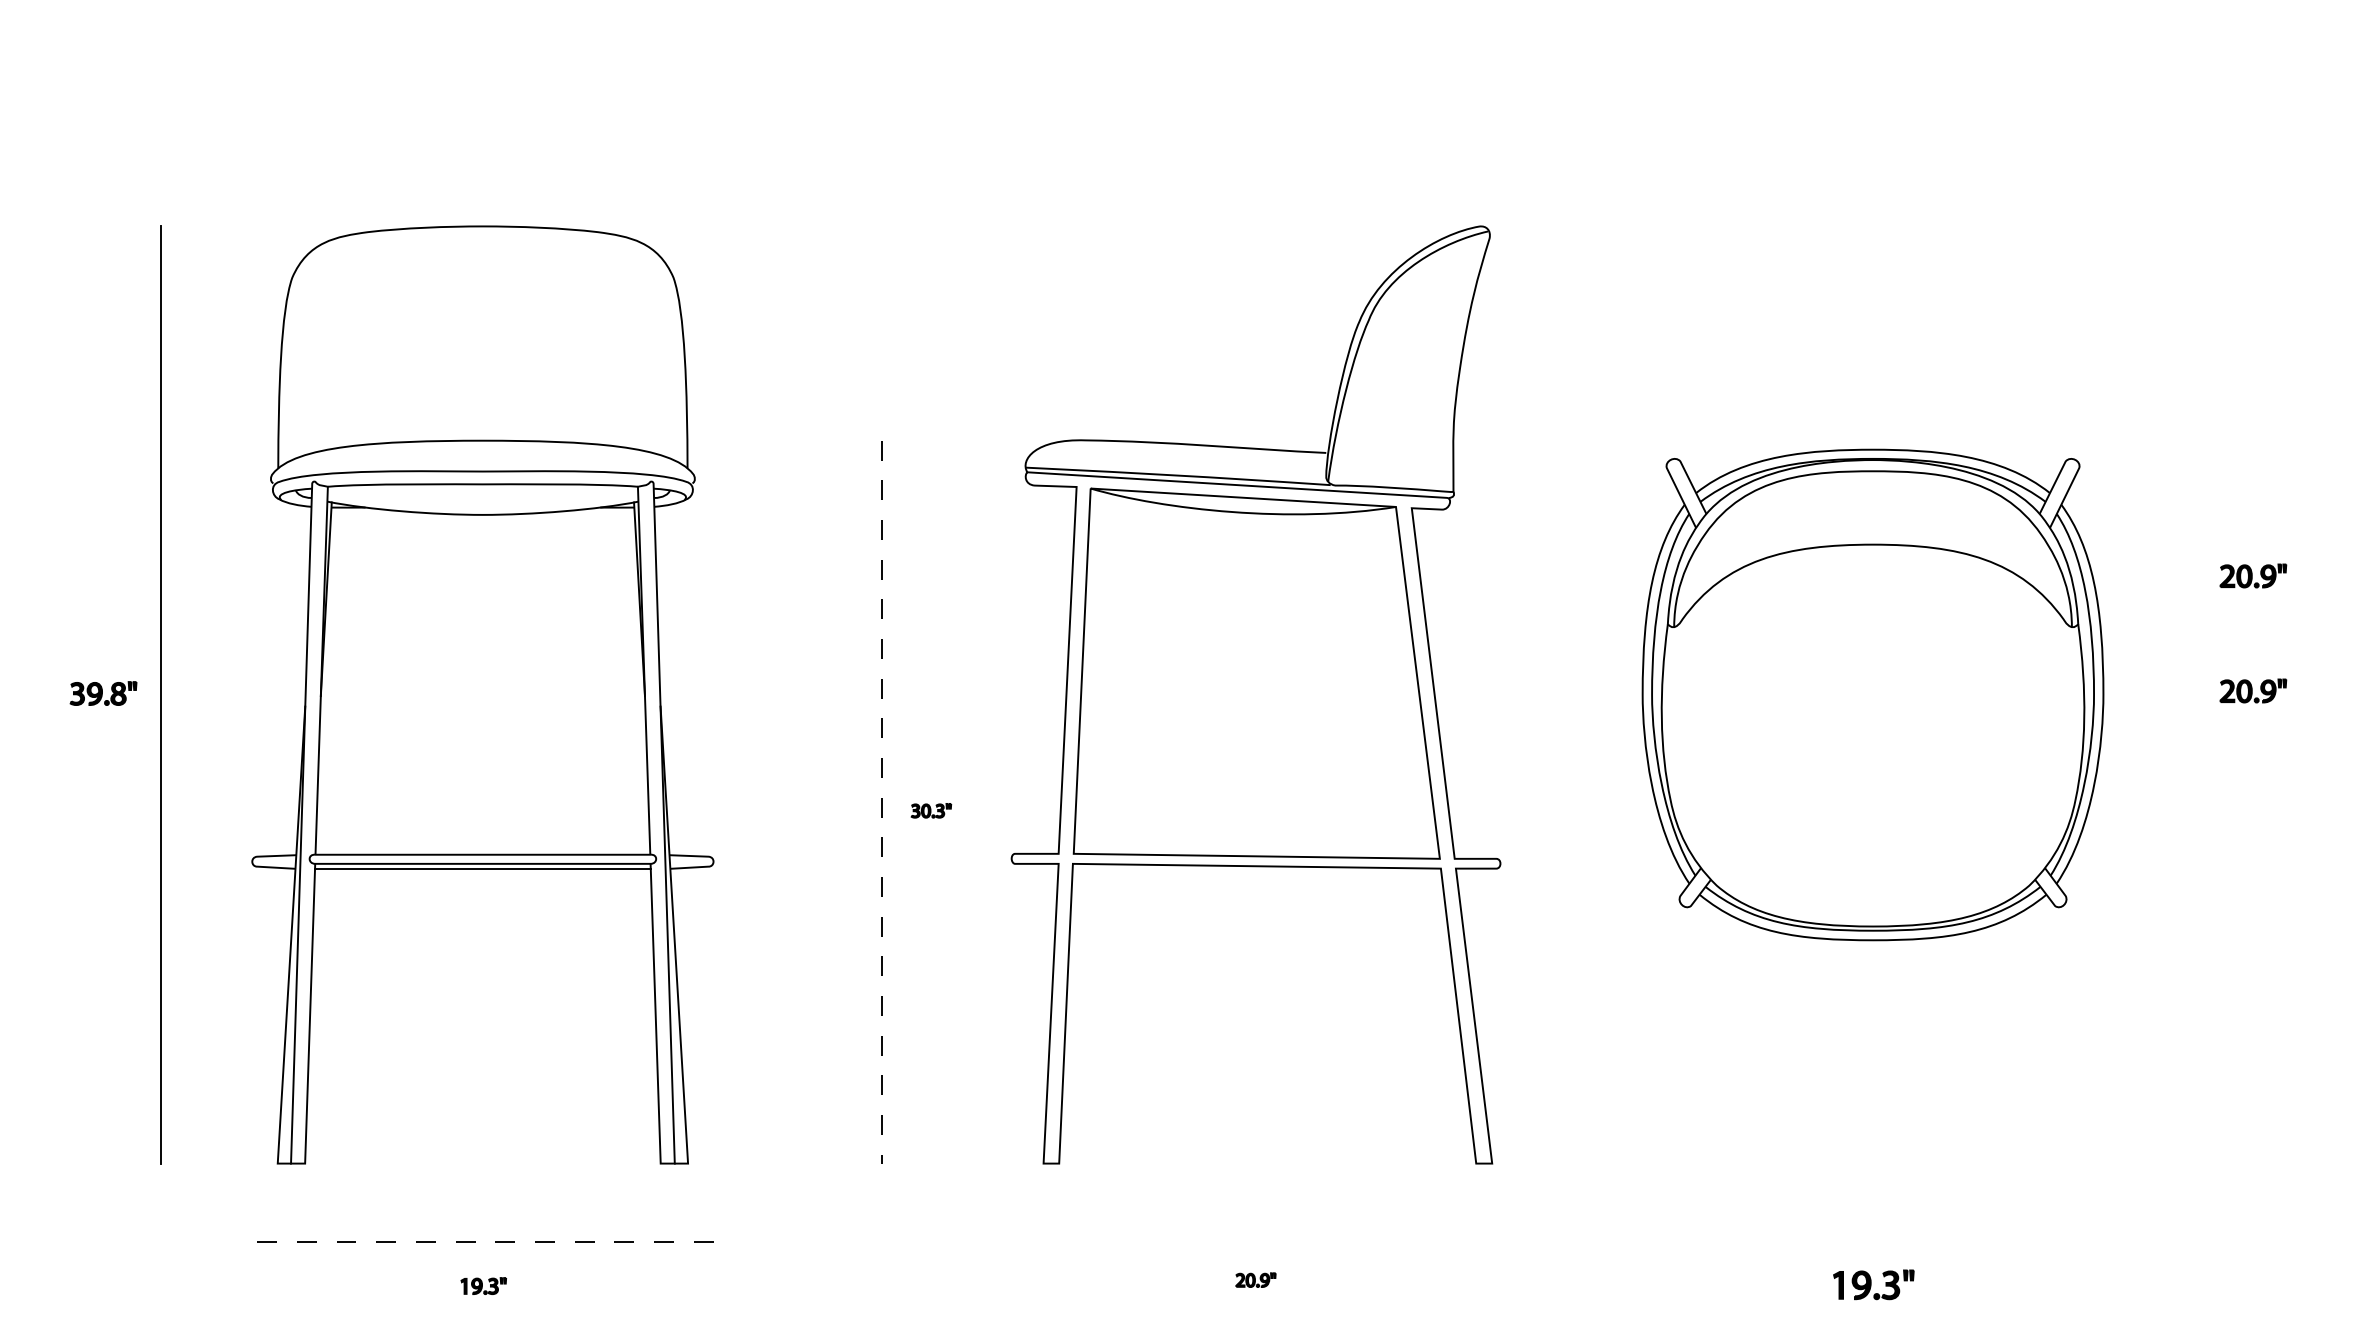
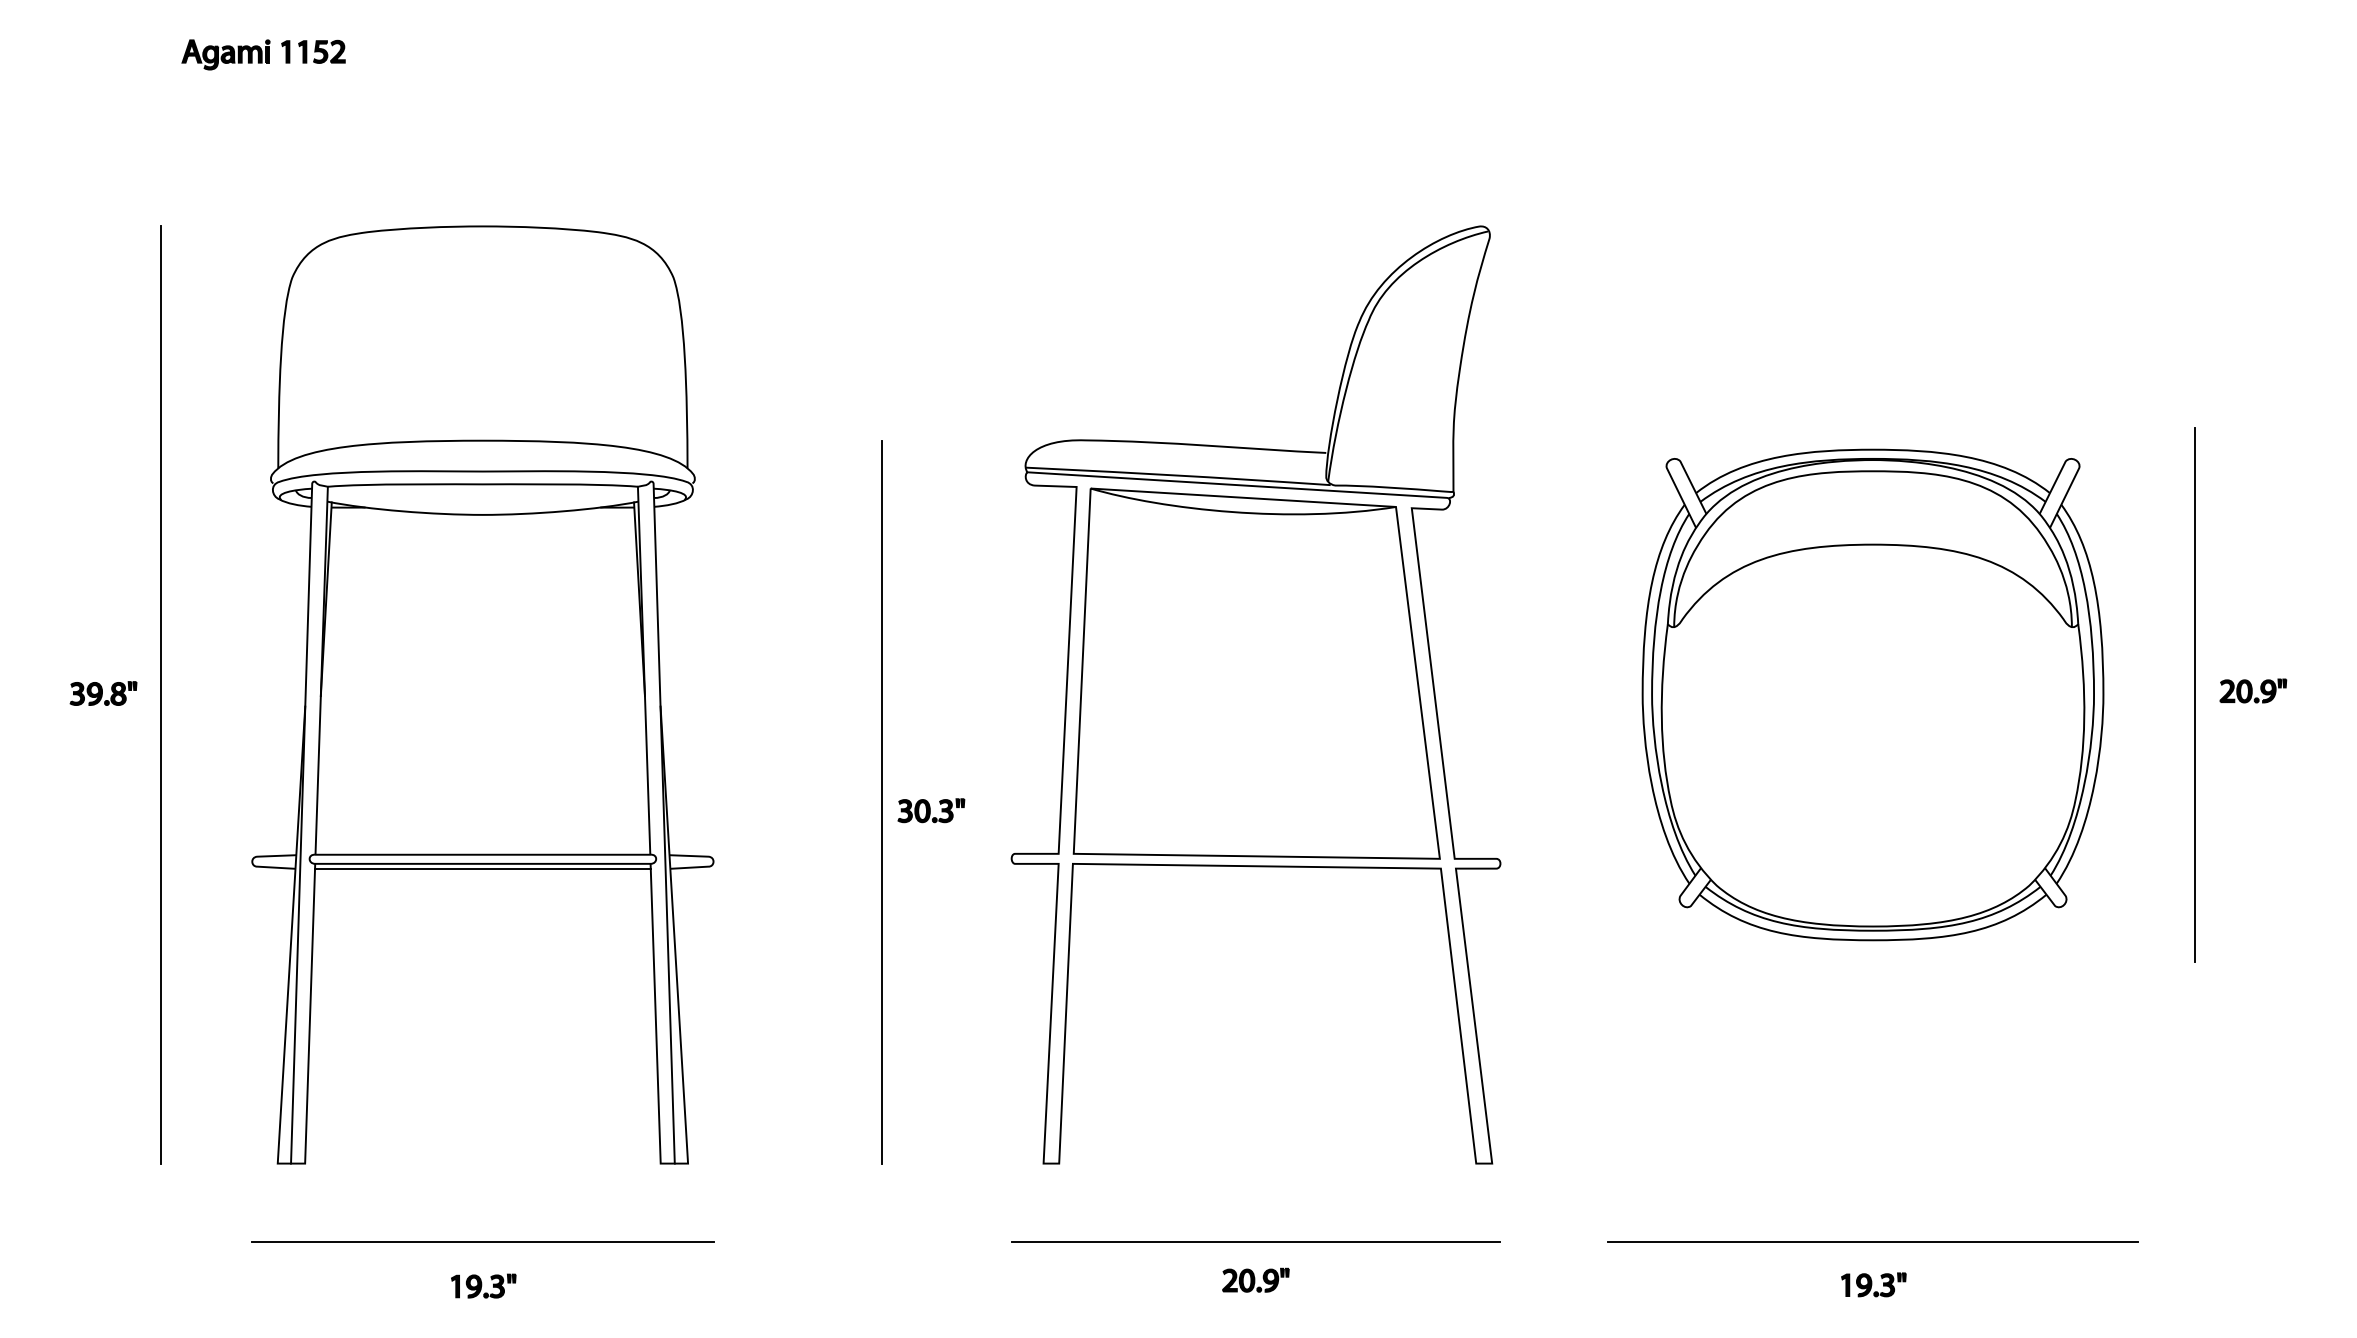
part at (263, 54): none -> present
part at (2253, 575): present -> none
line at (2195, 694): none -> present
line at (881, 802): dashed -> solid
part at (931, 810) size: 43x16 px -> 69x26 px
line at (482, 1241): dashed -> solid
line at (1255, 1241): none -> present
line at (1872, 1241): none -> present
part at (1255, 1279) size: 42x16 px -> 68x26 px
part at (1873, 1284) size: 82x32 px -> 66x26 px
part at (483, 1285) size: 47x18 px -> 66x26 px
